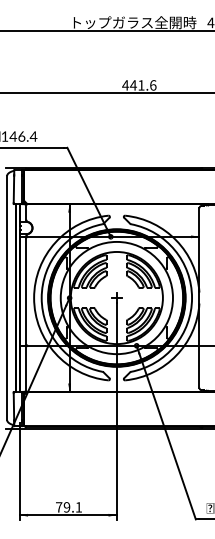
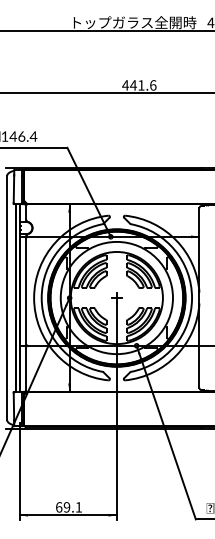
text at (59, 507): 79.1 -> 69.1
